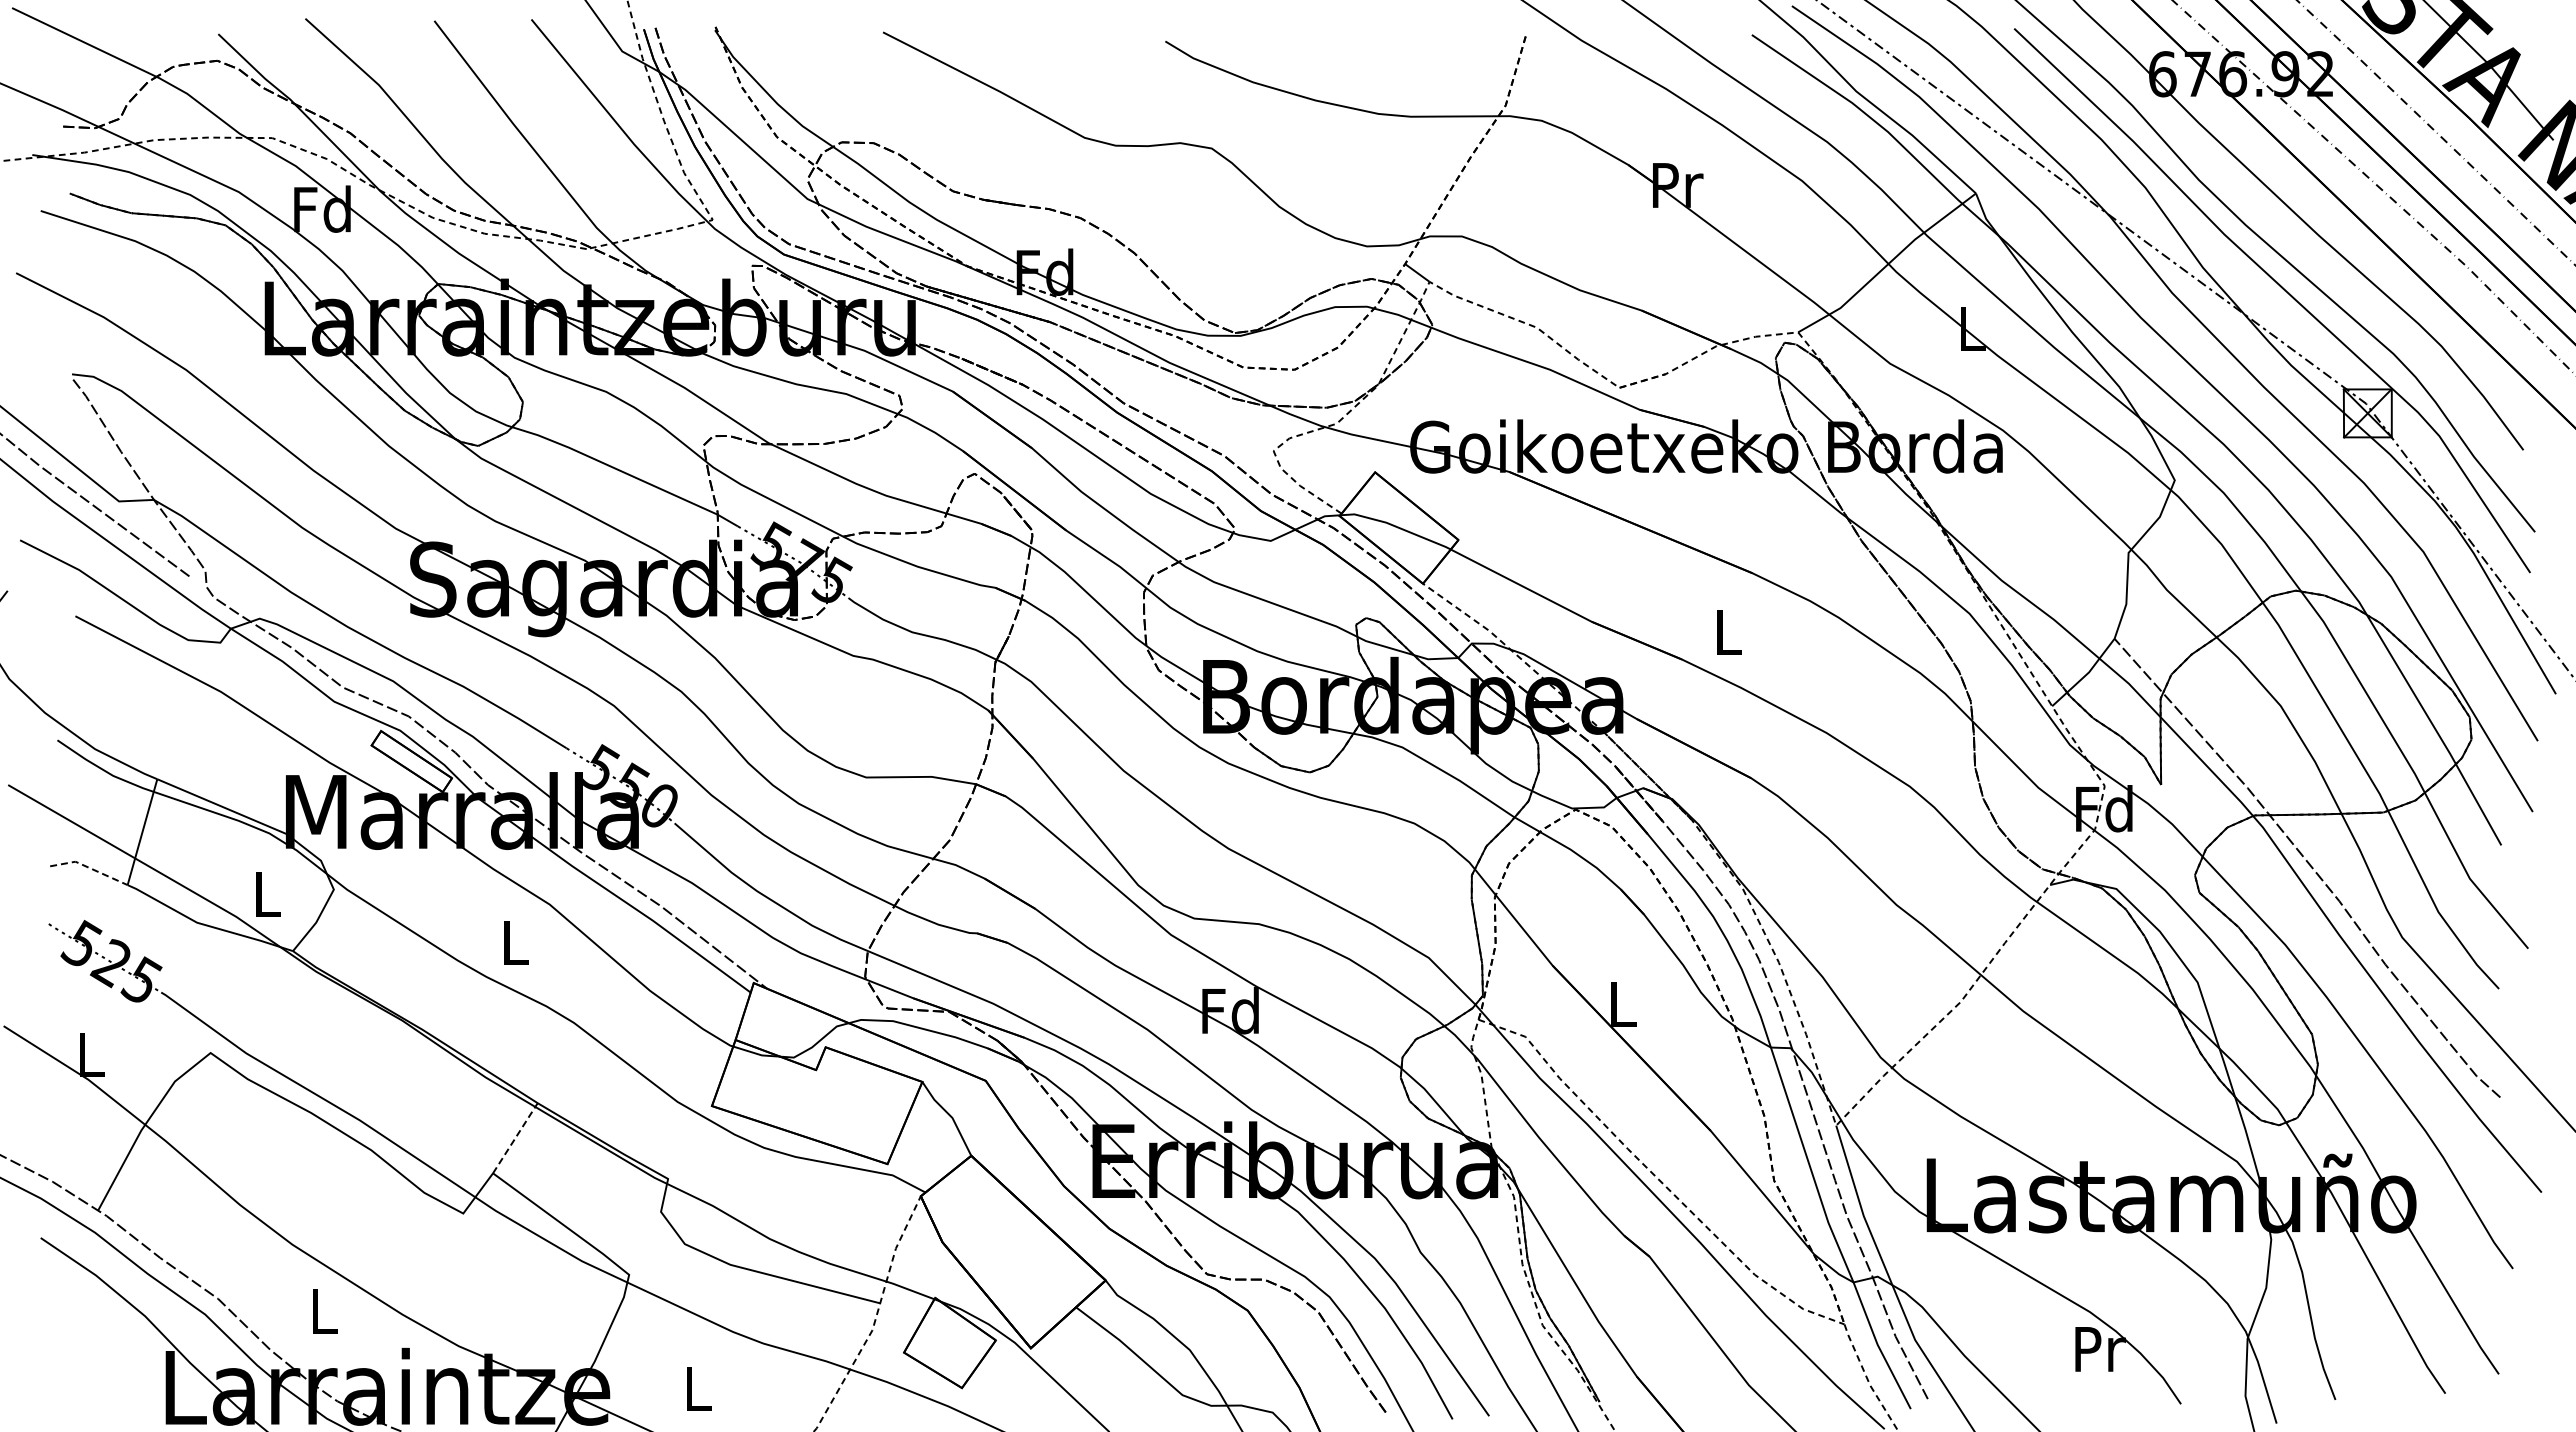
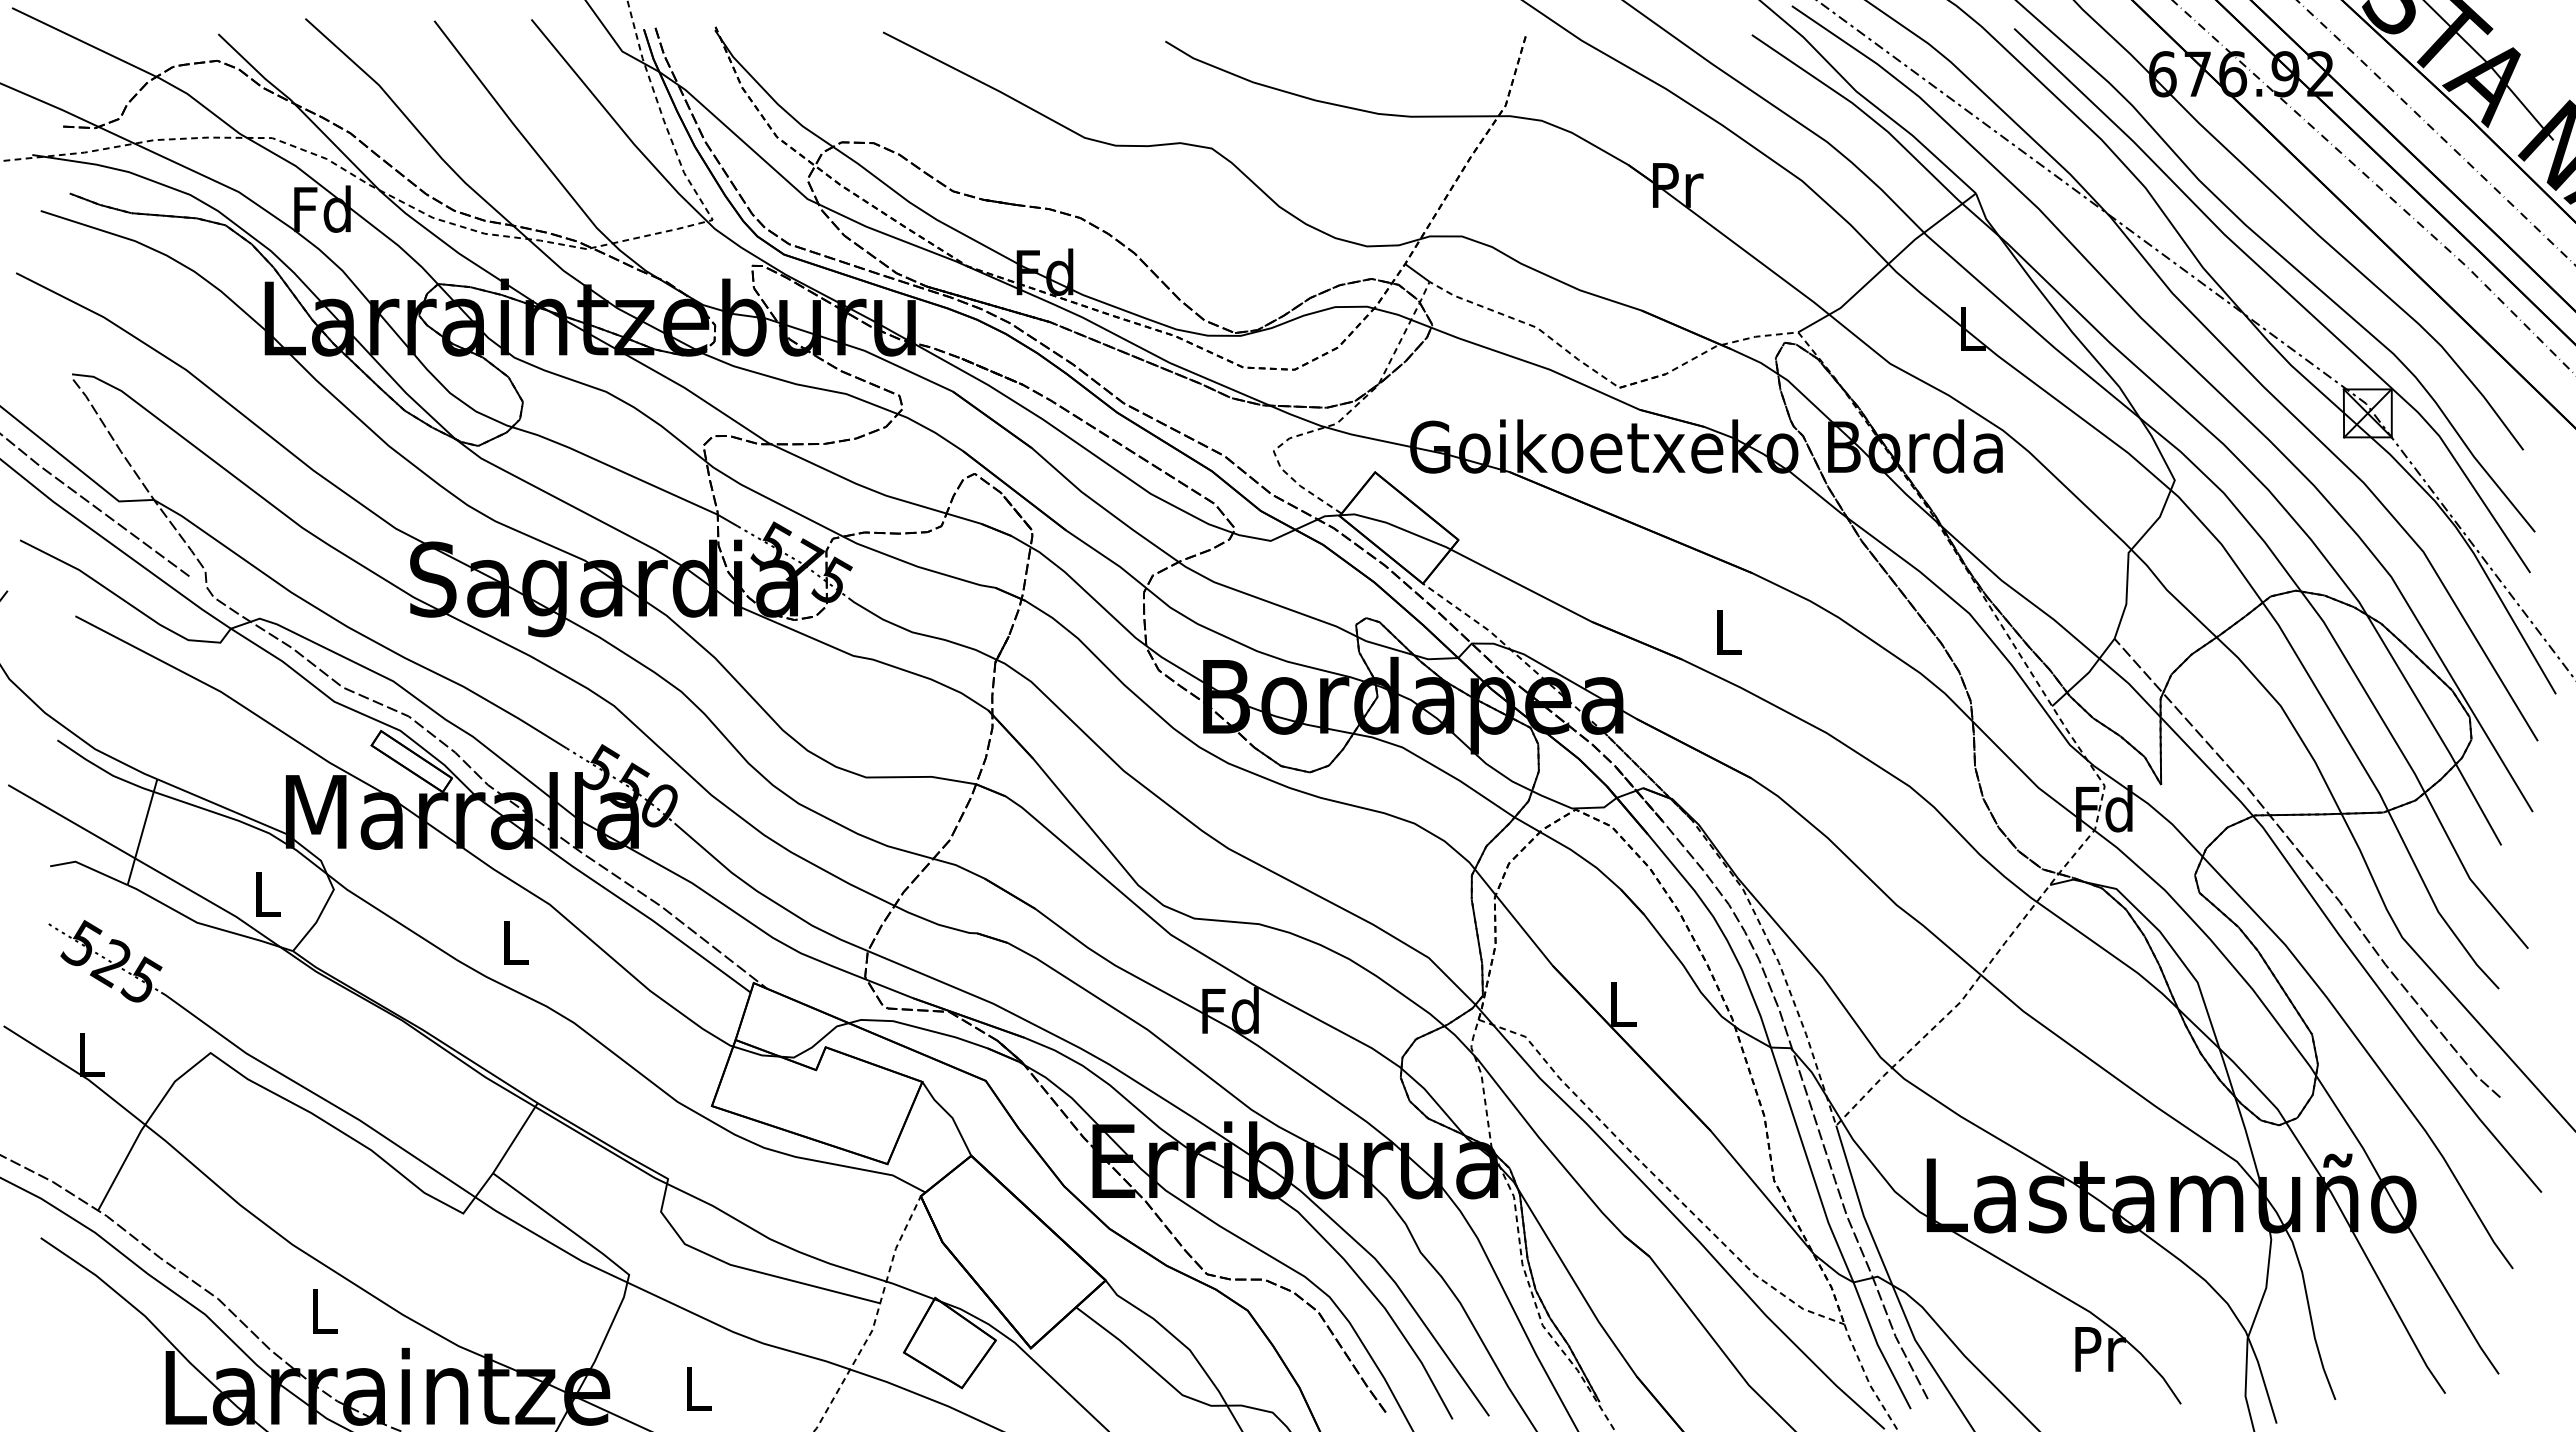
line at (89, 868): dashed -> solid
line at (515, 1138): dashed -> solid
